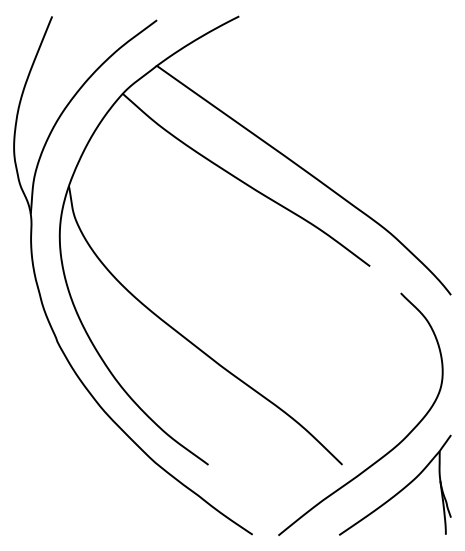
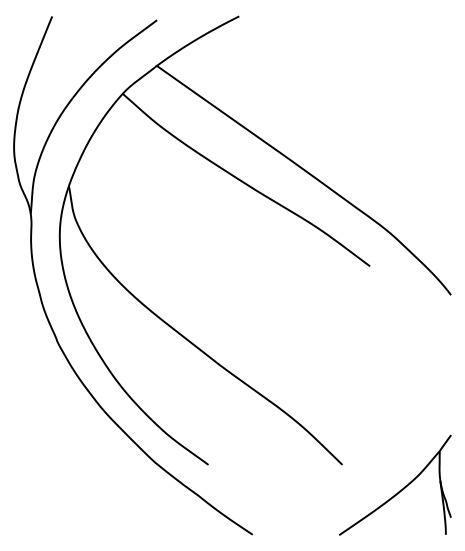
curve at (390, 449): present -> none
